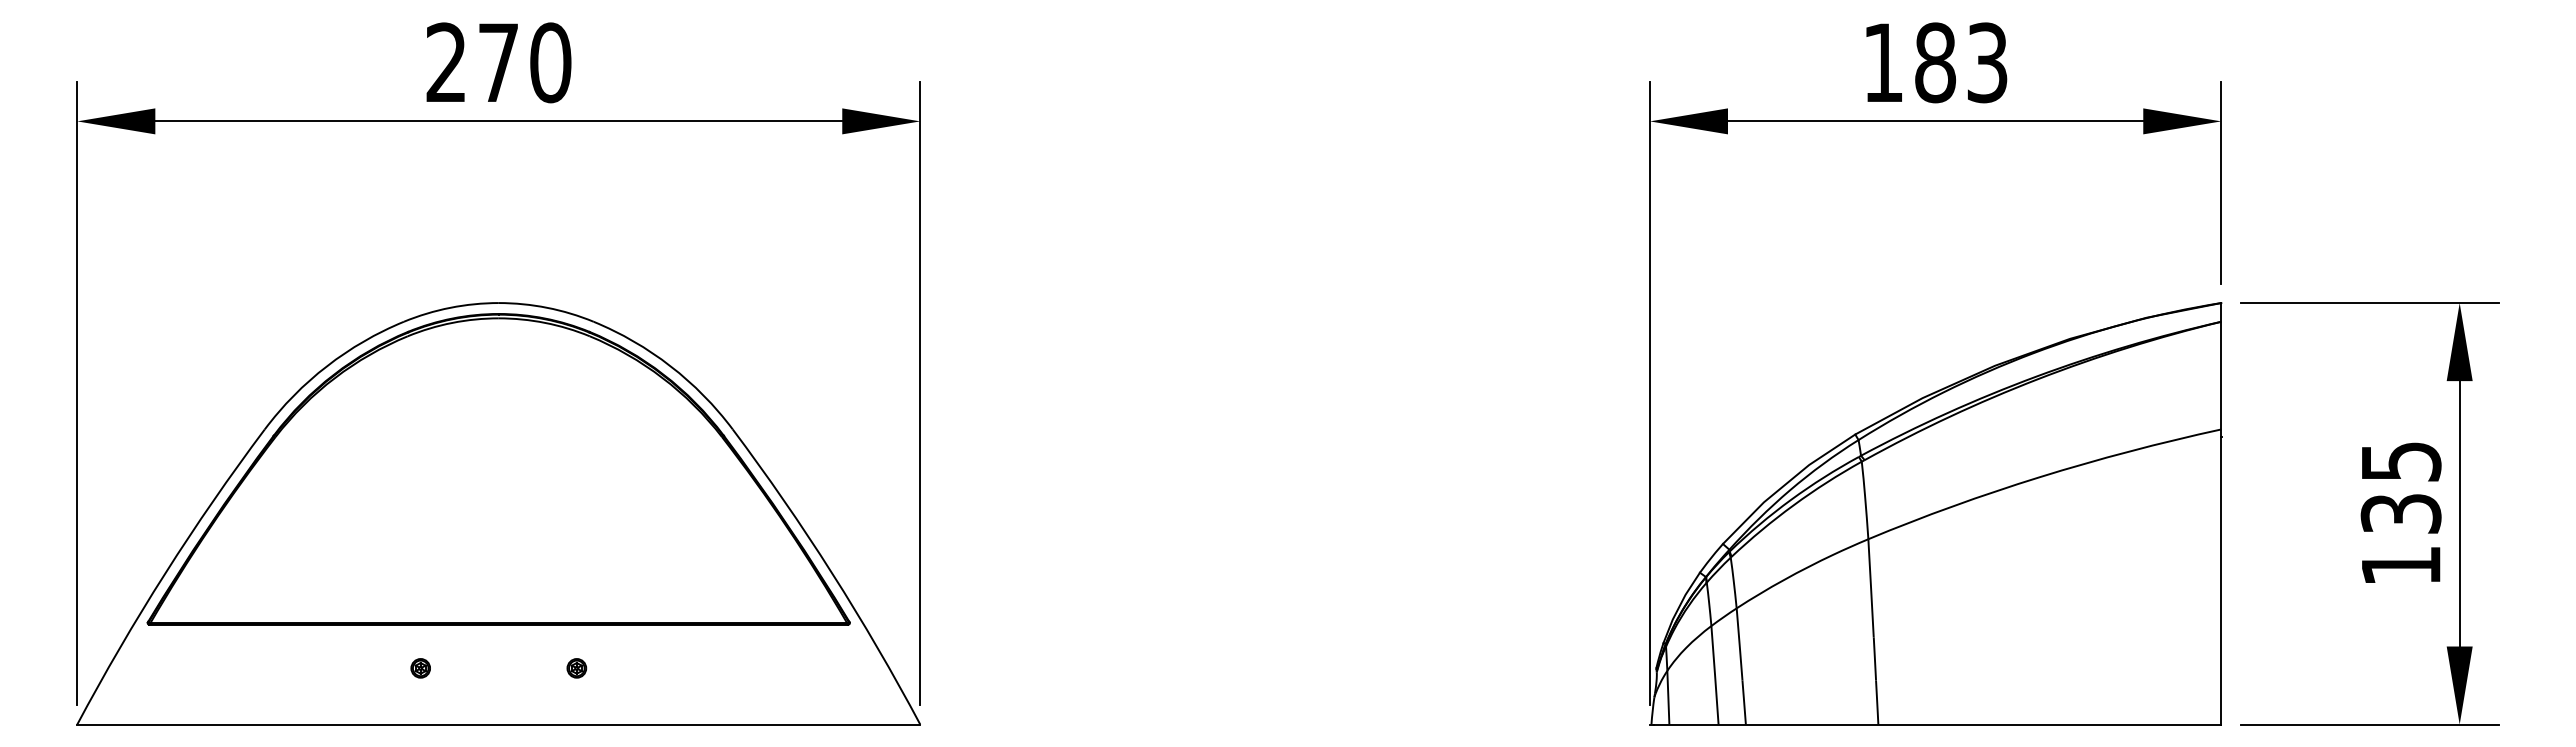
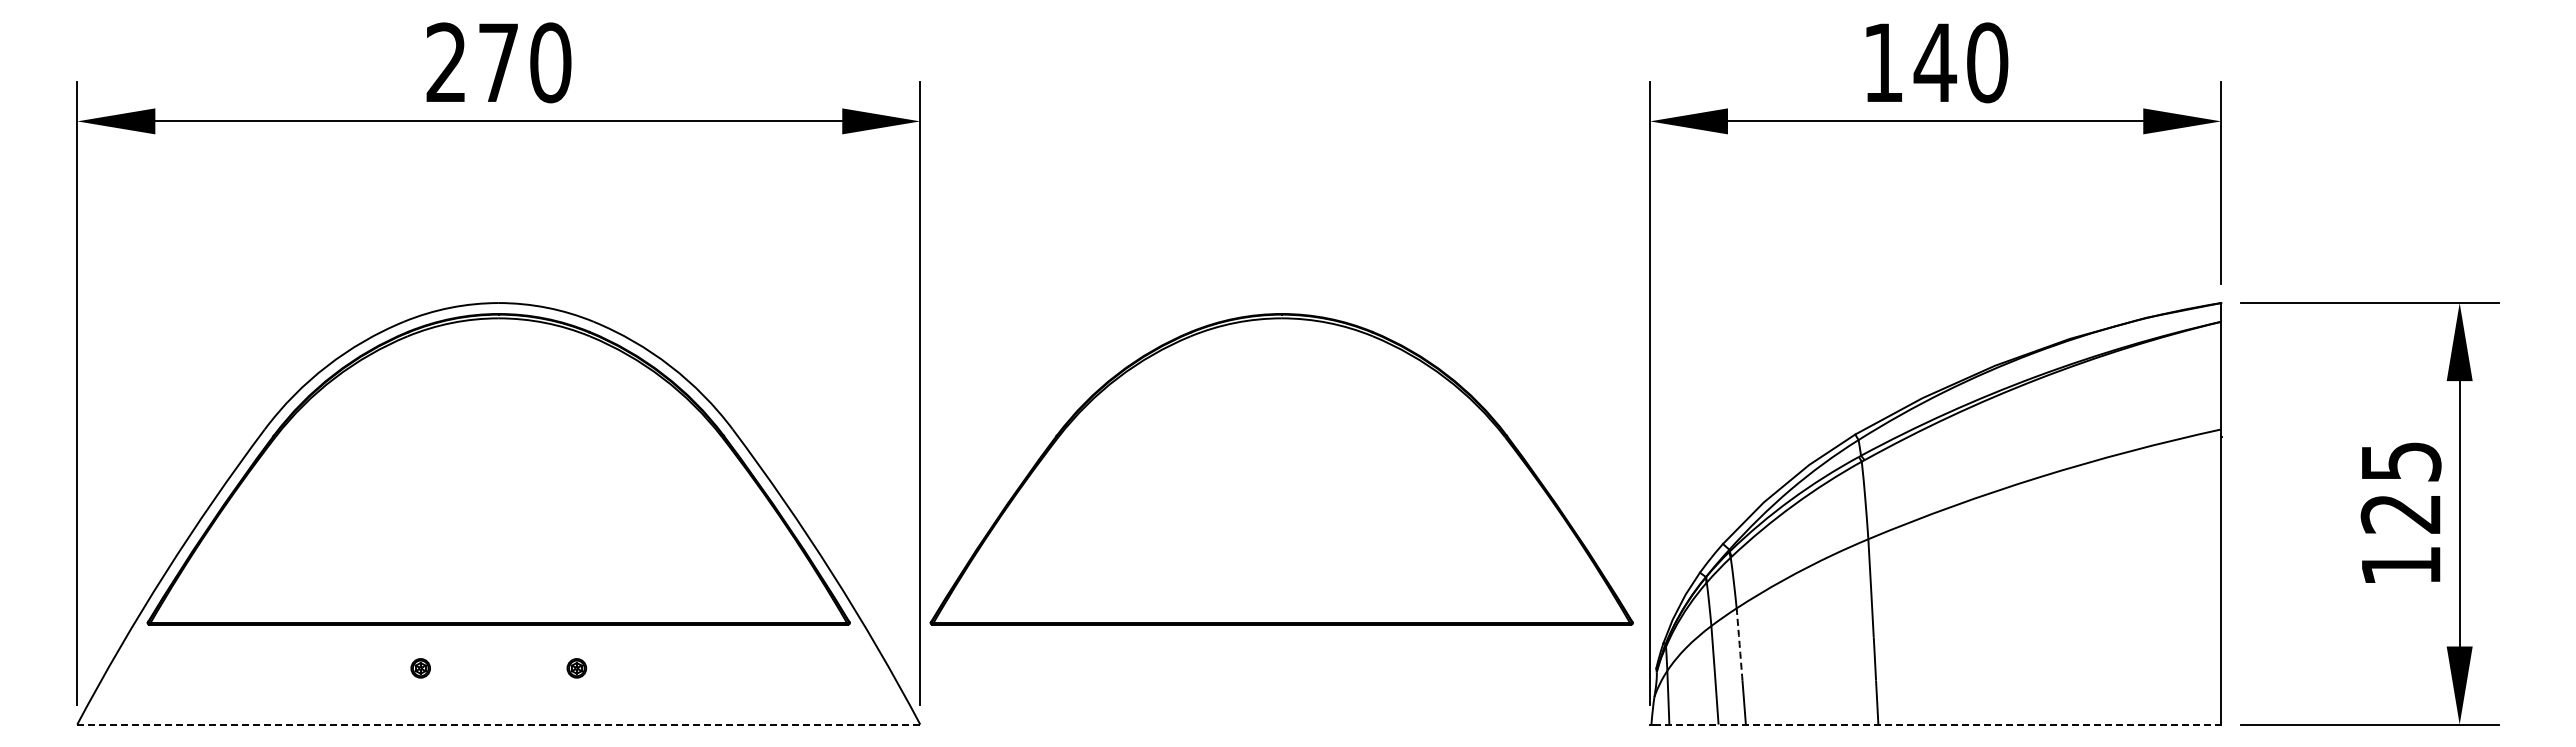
text at (1960, 62): 183 -> 140
part at (1281, 469): none -> present
text at (2400, 513): 135 -> 125
arc at (1739, 644): solid -> dashed
line at (498, 724): solid -> dashed
line at (1937, 724): solid -> dashed
